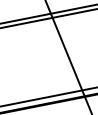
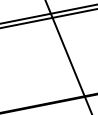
line at (48, 97): present -> none
